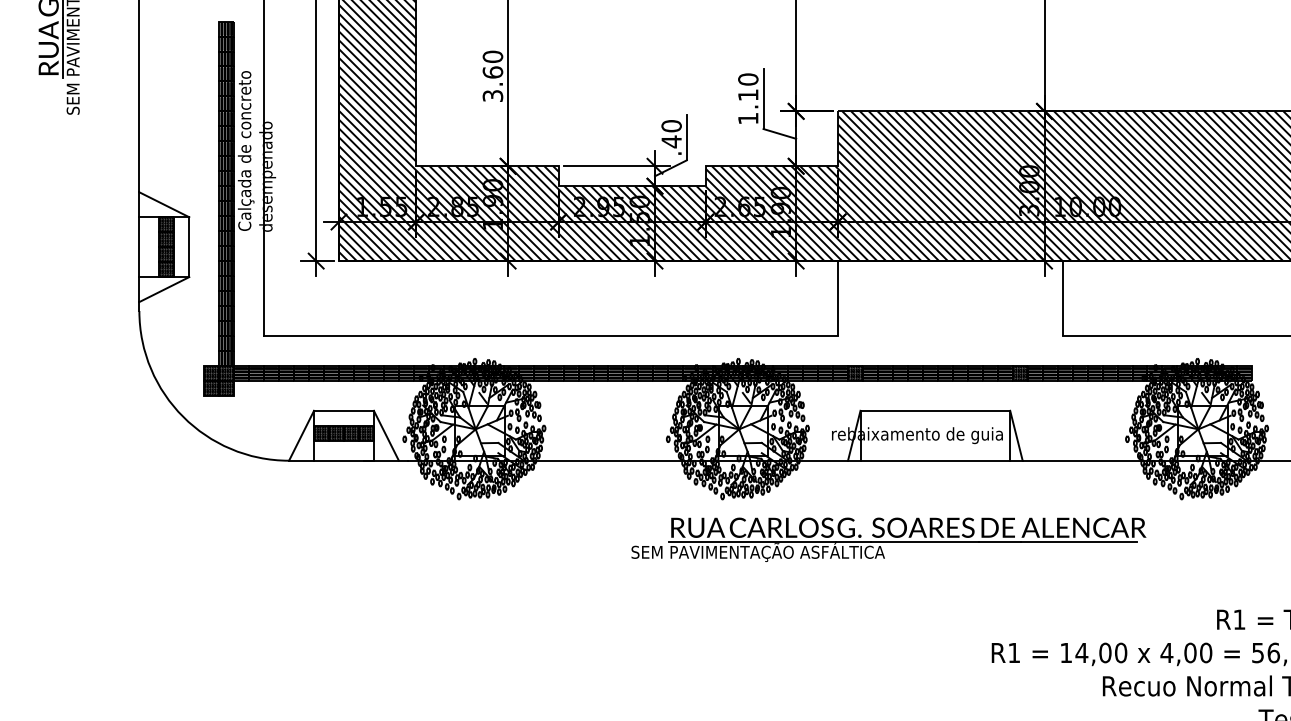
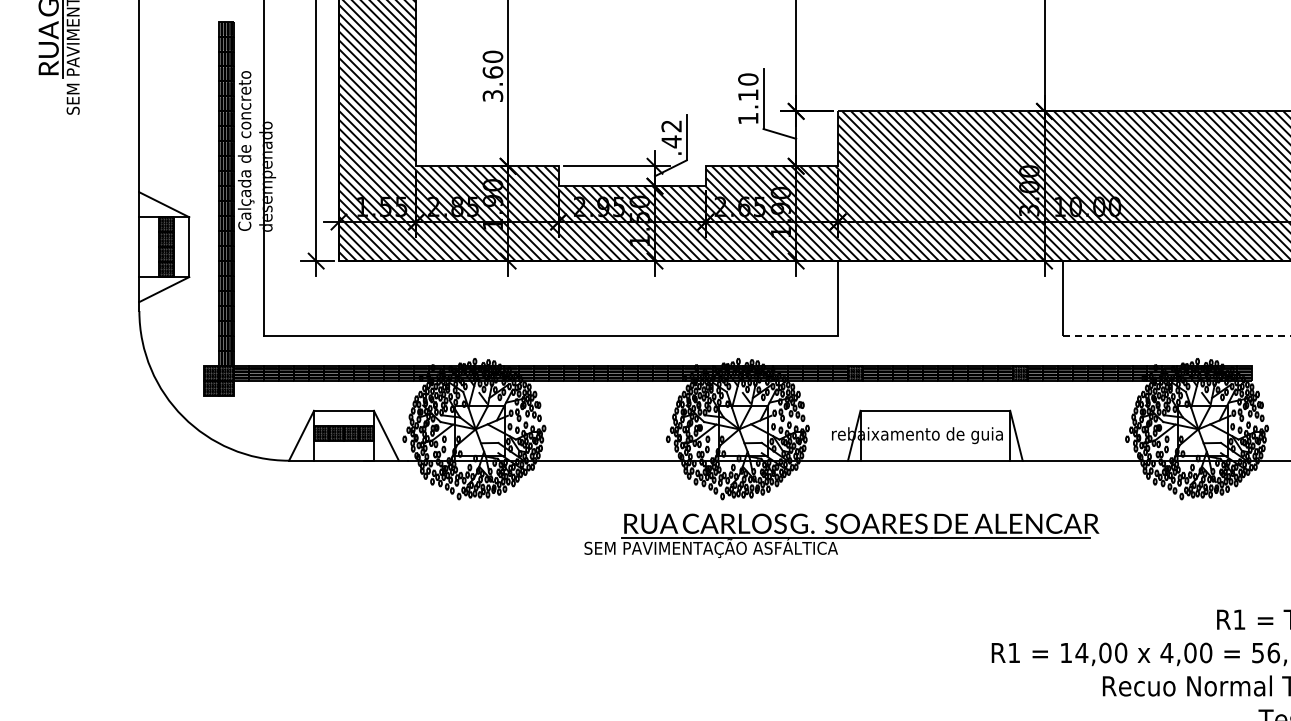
text at (671, 126): .40 -> .42
line at (1176, 335): solid -> dashed
part at (888, 539) position: (888, 539) -> (841, 535)
